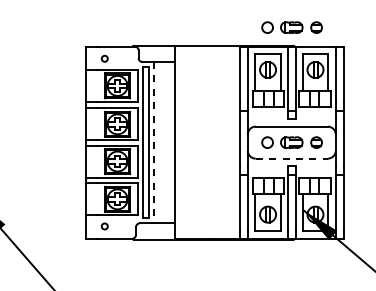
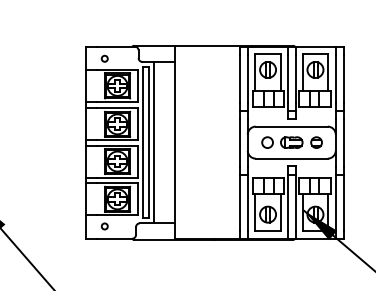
part at (291, 27): present -> none
line at (153, 142): dashed -> solid
line at (292, 158): dashed -> solid
